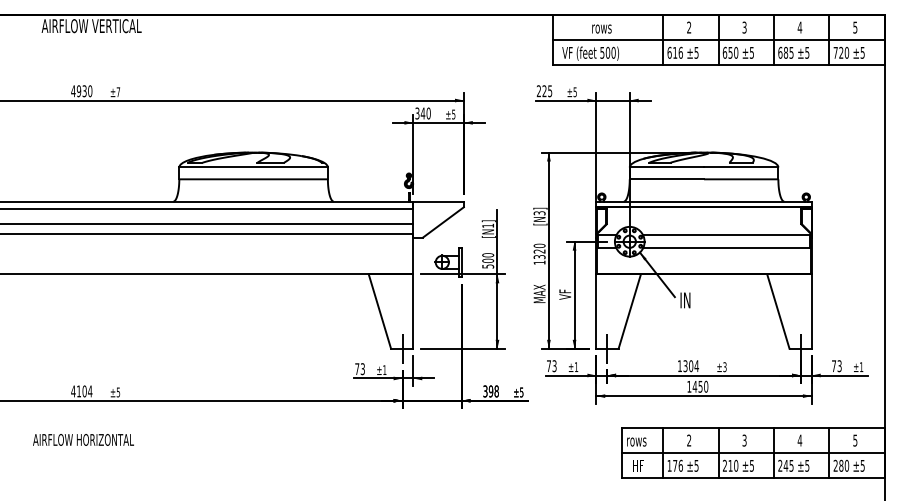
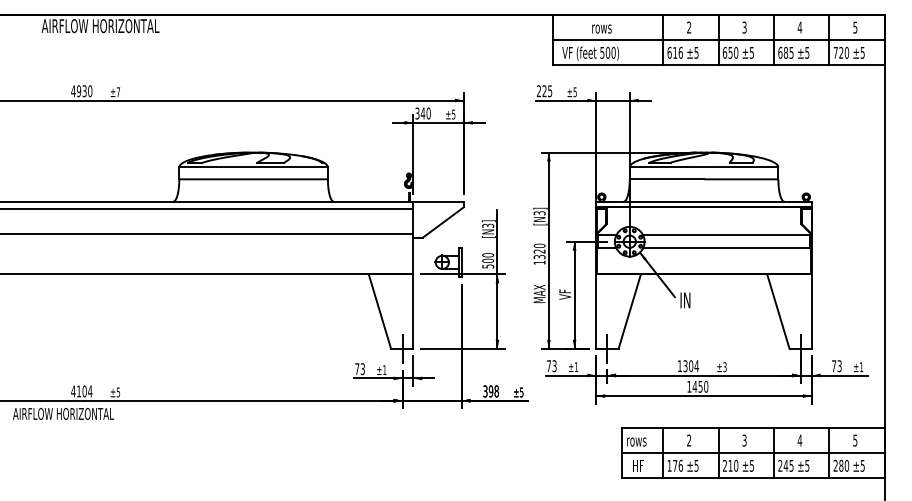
text at (125, 26): AIRFLOW VERTICAL -> AIRFLOW HORIZONTAL
line at (207, 224): present -> none
text at (488, 225): [N1] -> [N3]
text at (83, 439) position: (83, 439) -> (63, 413)
